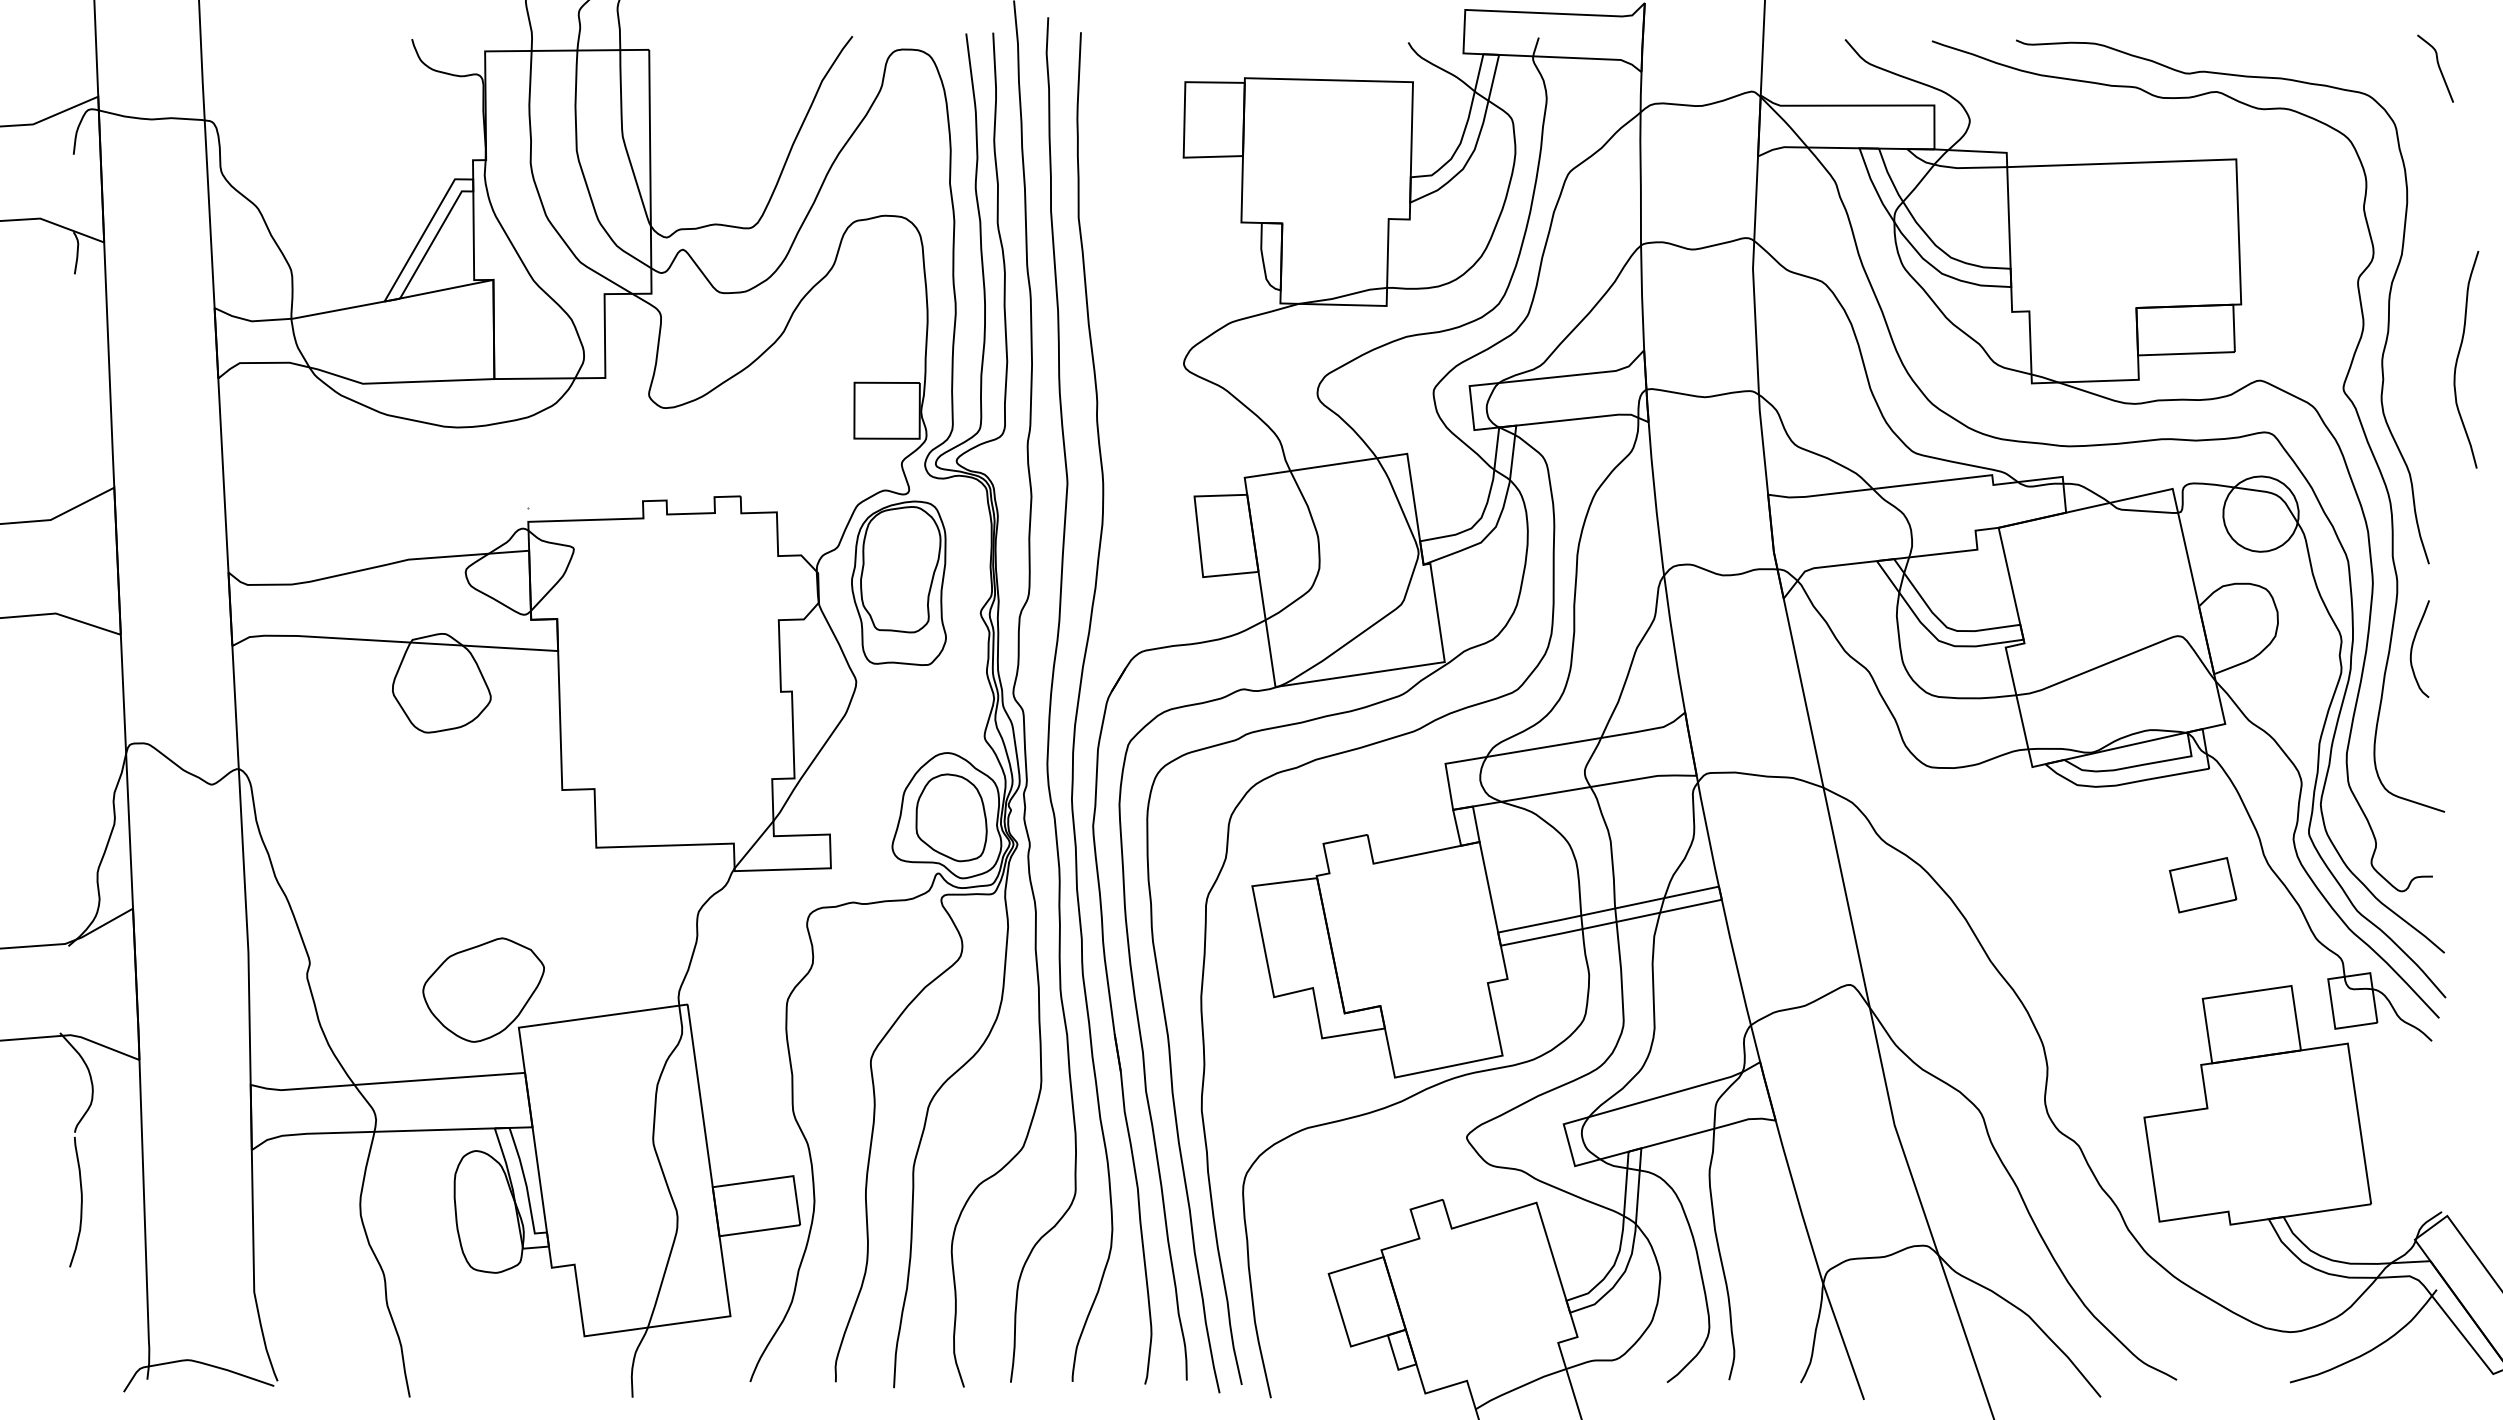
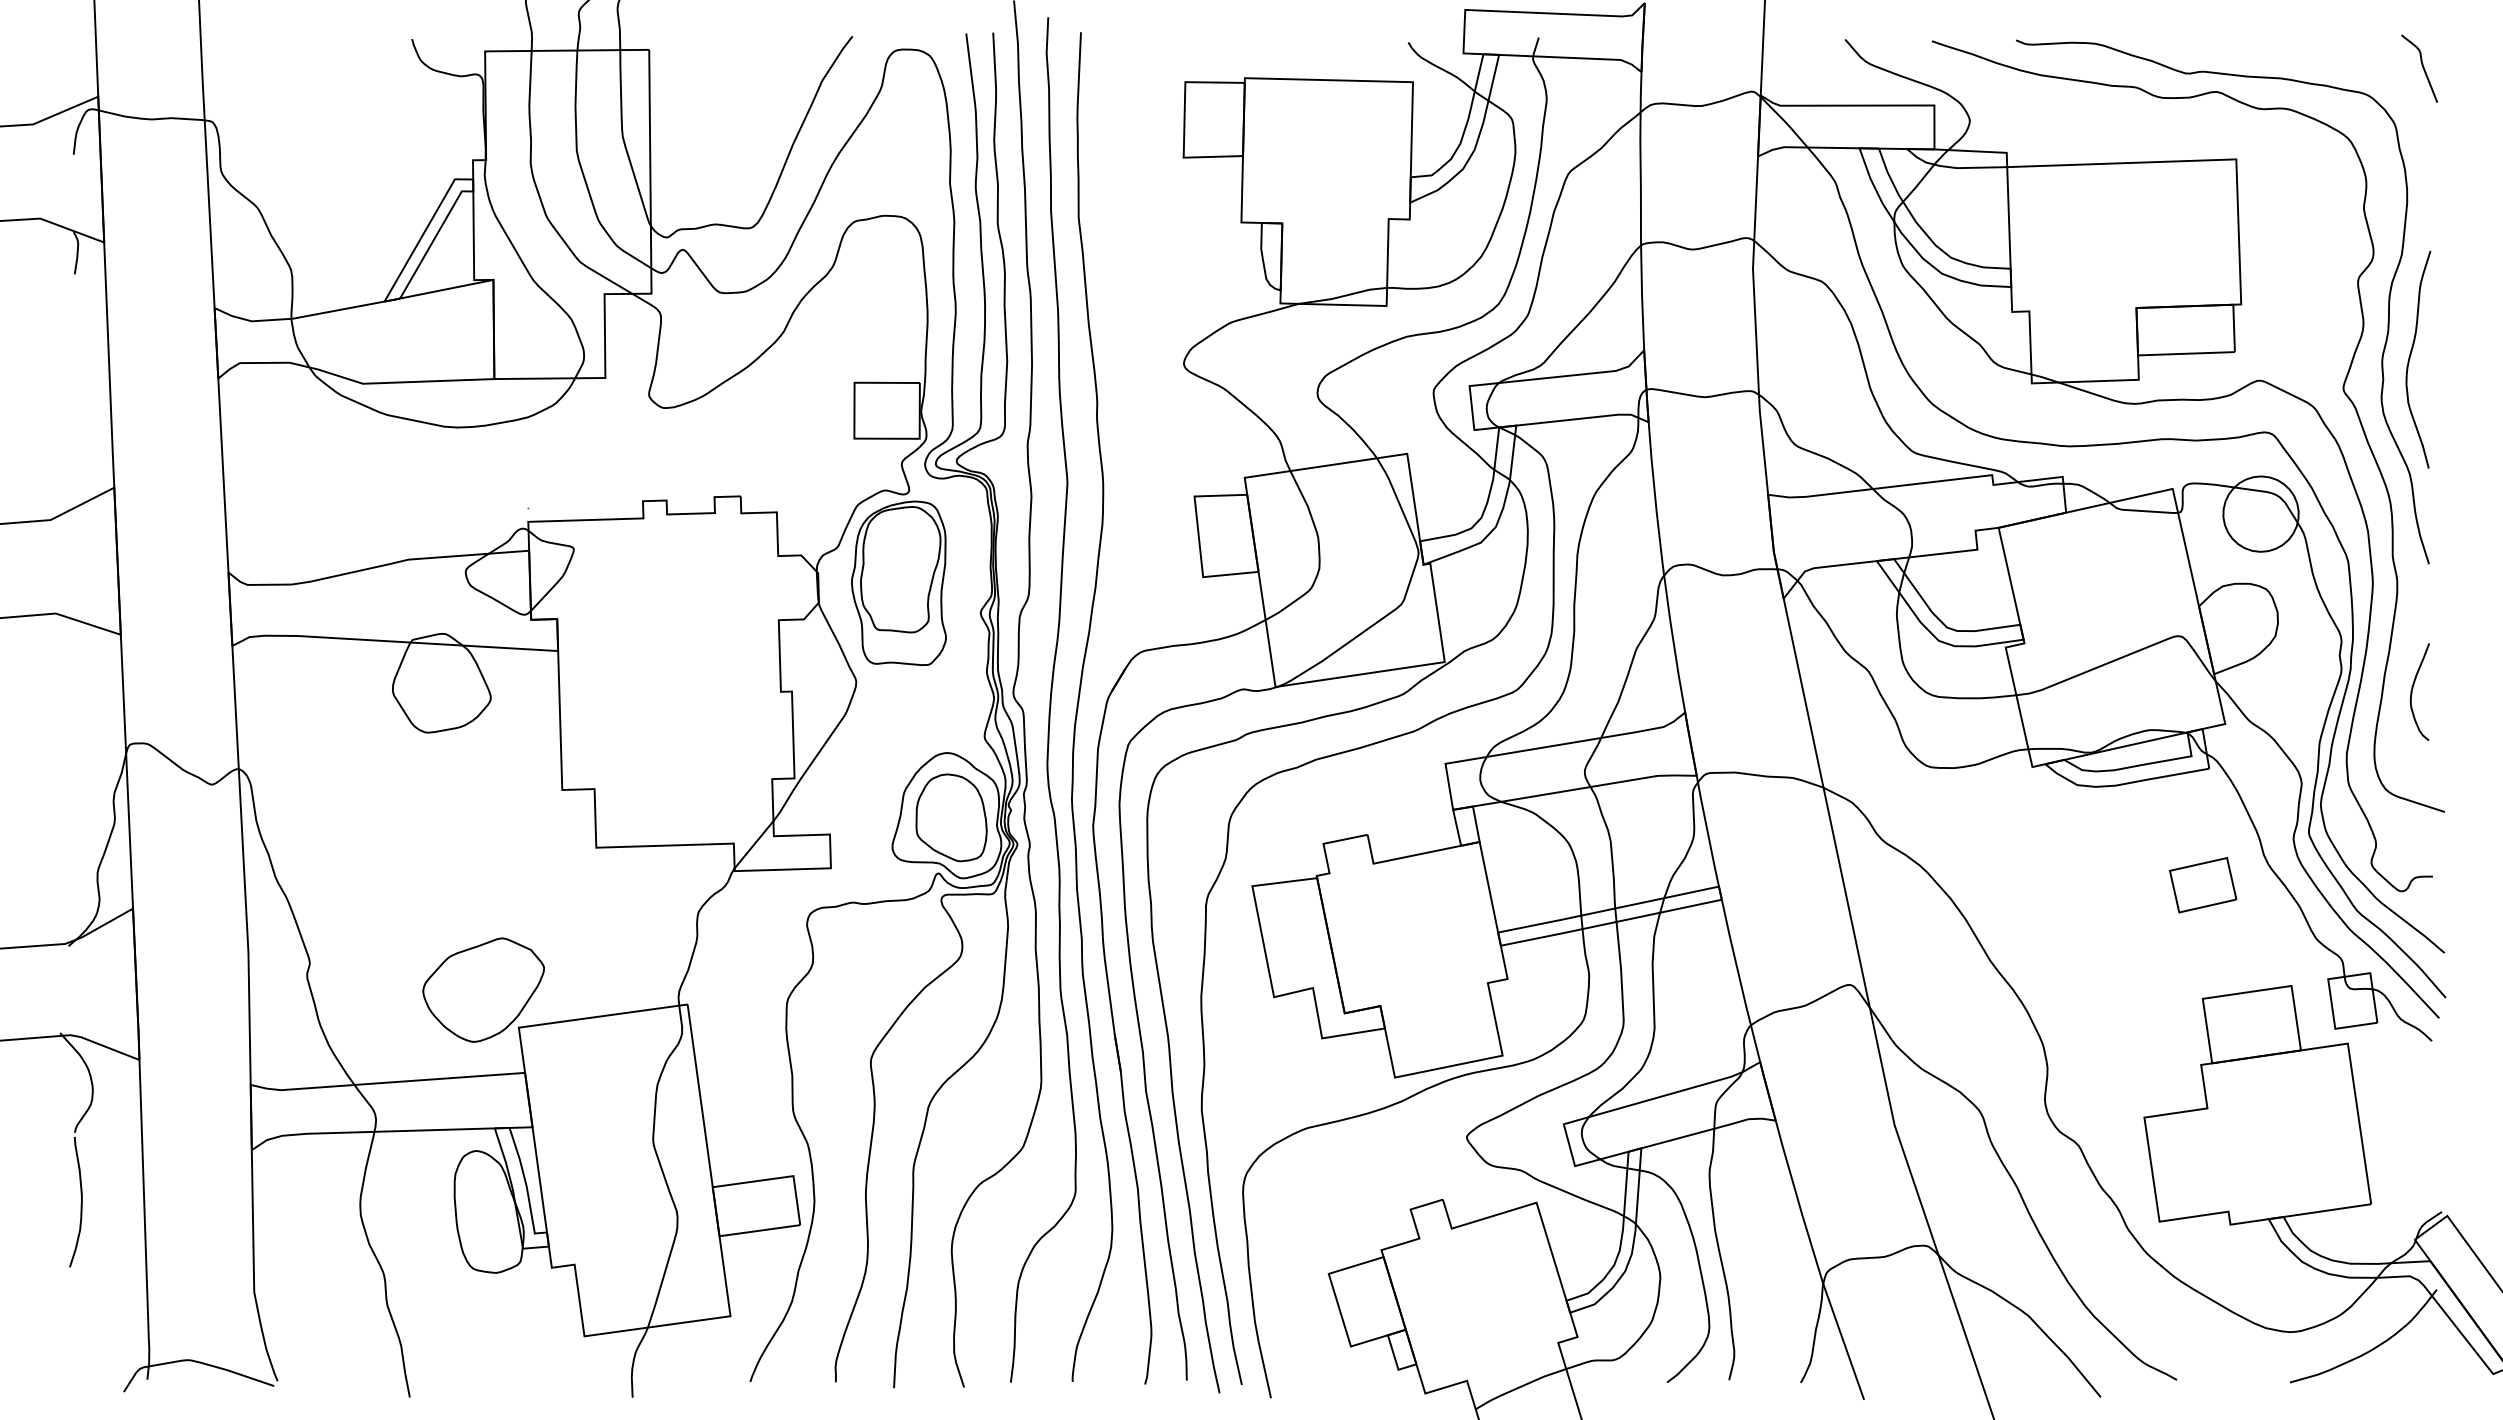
curve at (2438, 68) position: (2438, 68) -> (2422, 68)
curve at (2459, 355) position: (2459, 355) -> (2411, 355)
curve at (2413, 645) position: (2413, 645) -> (2413, 688)
